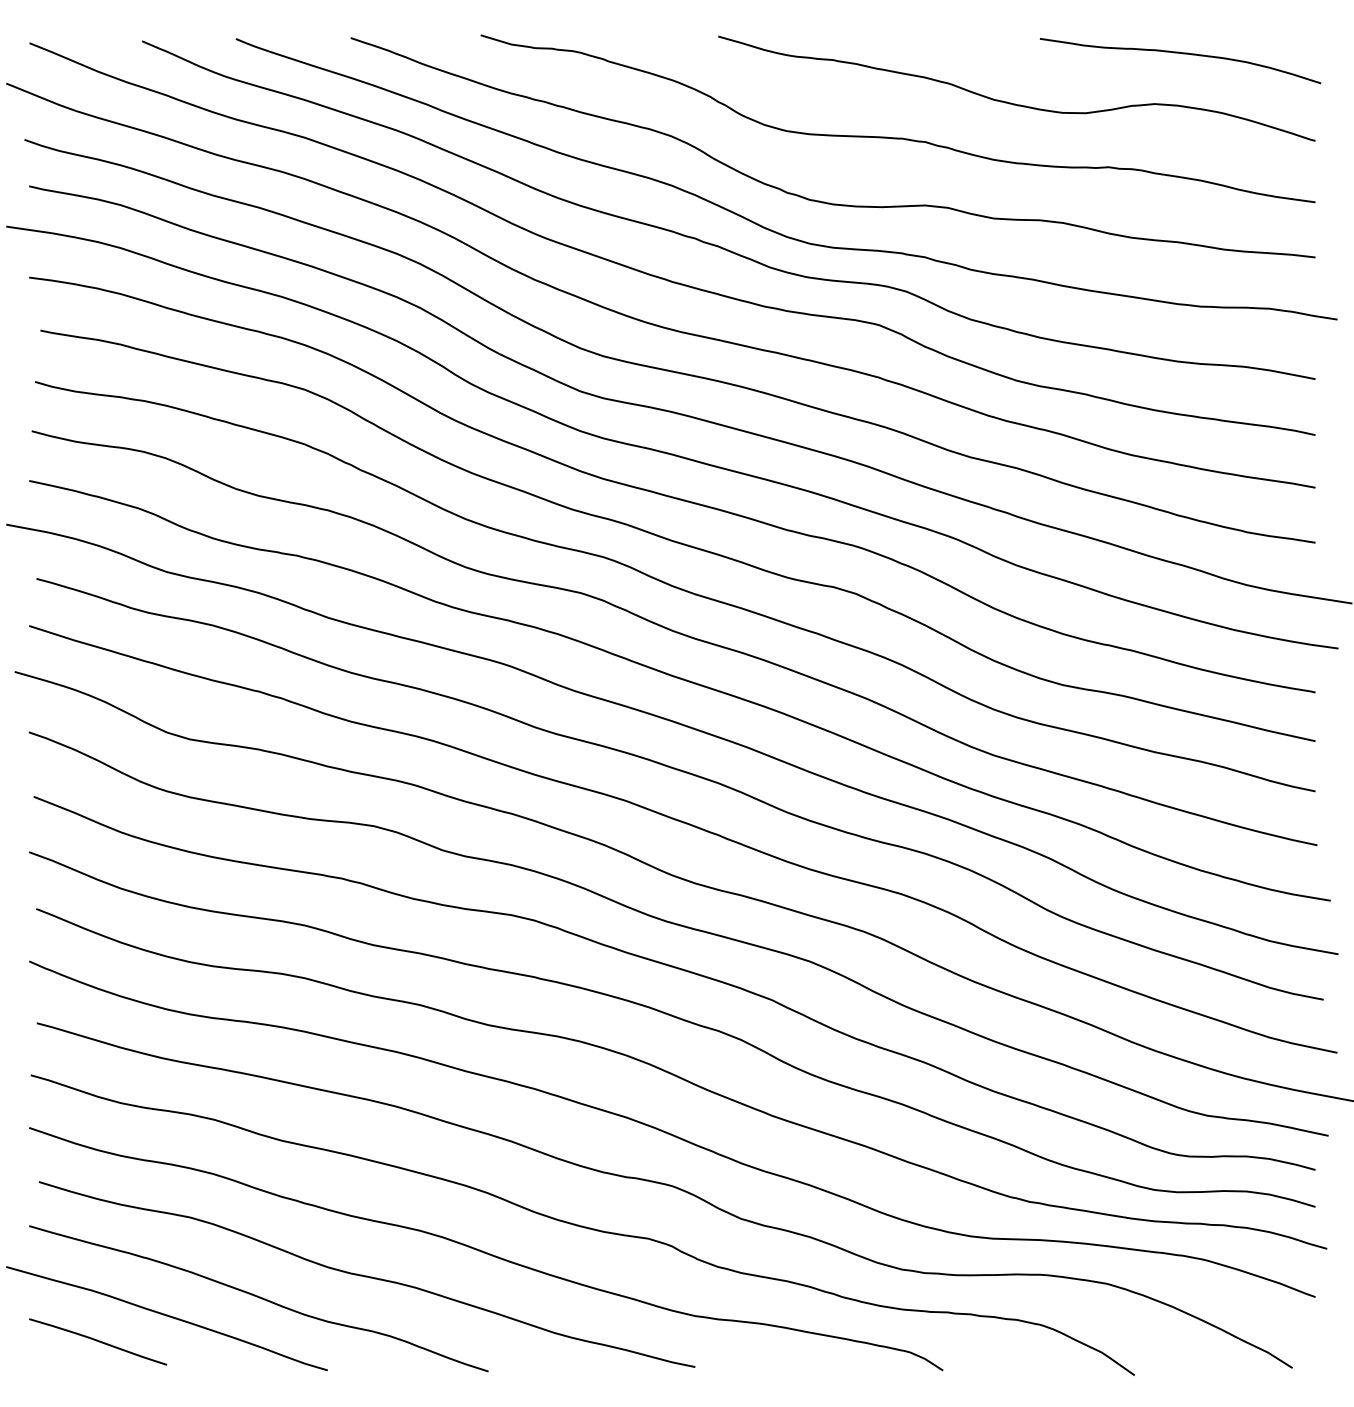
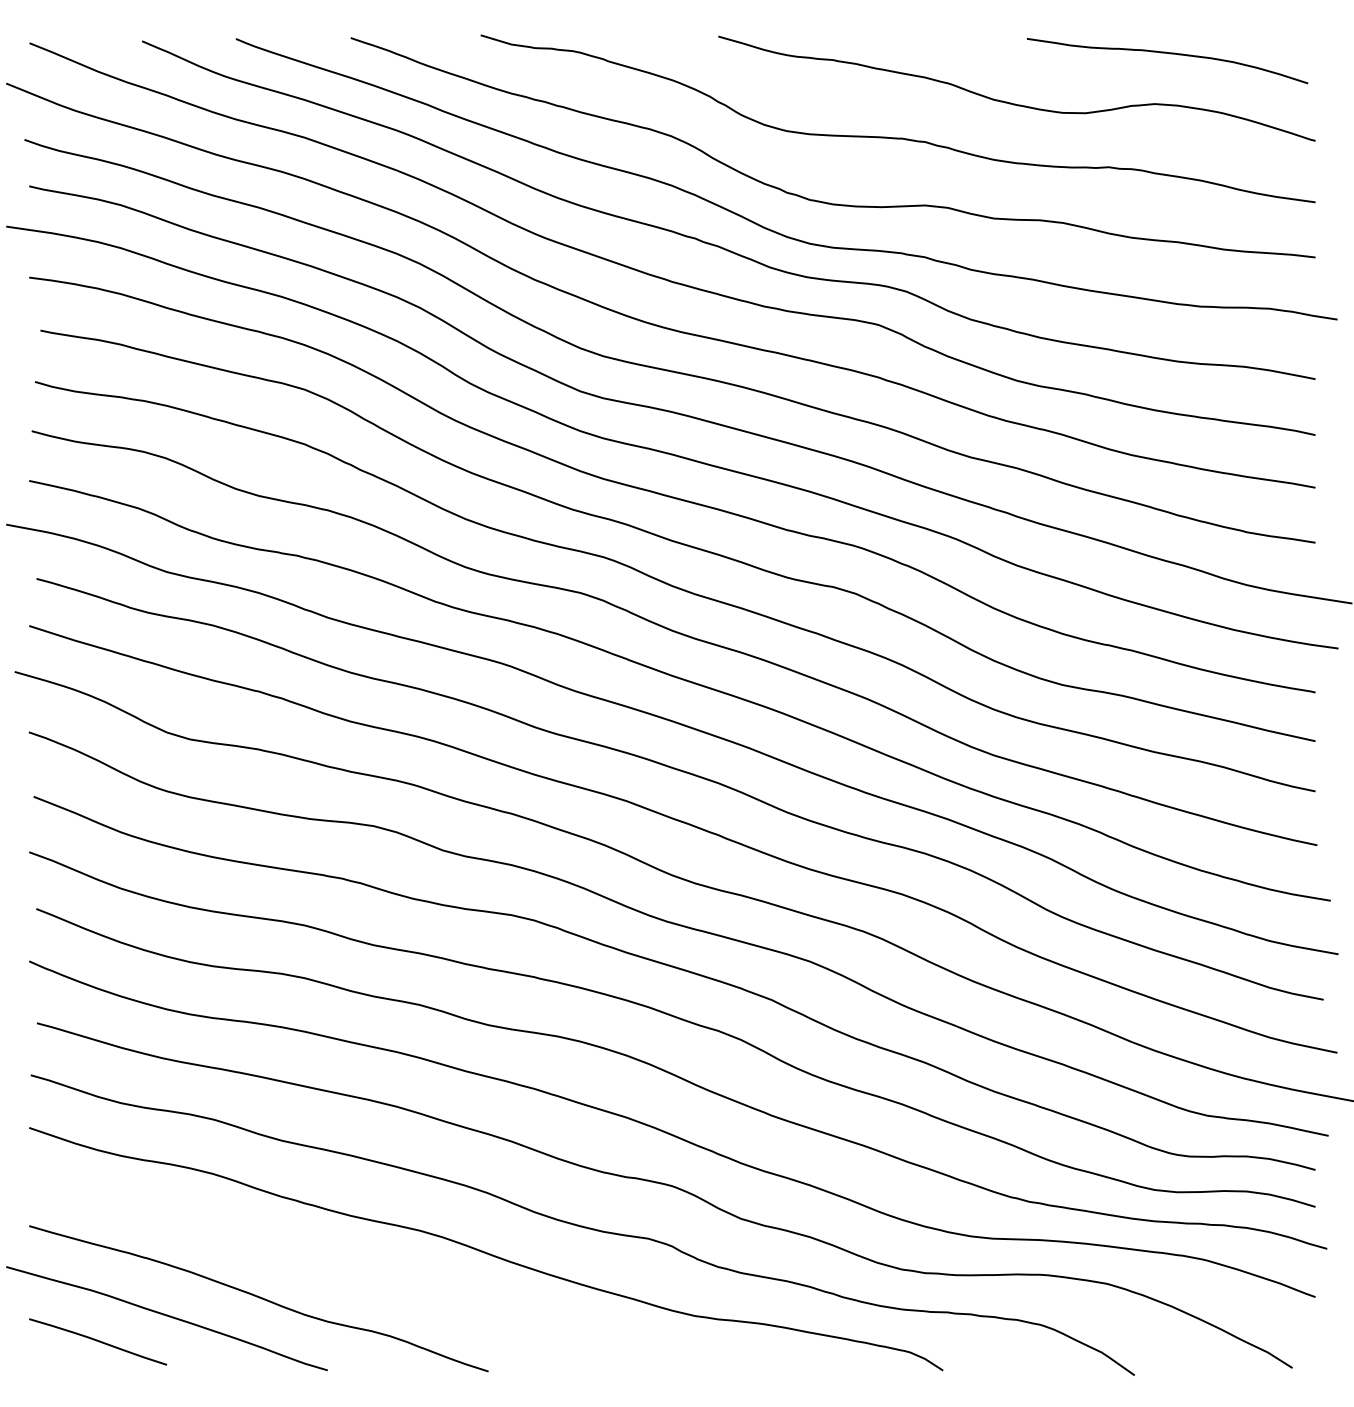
curve at (1182, 54) position: (1182, 54) -> (1169, 54)
curve at (366, 1275): present -> none
